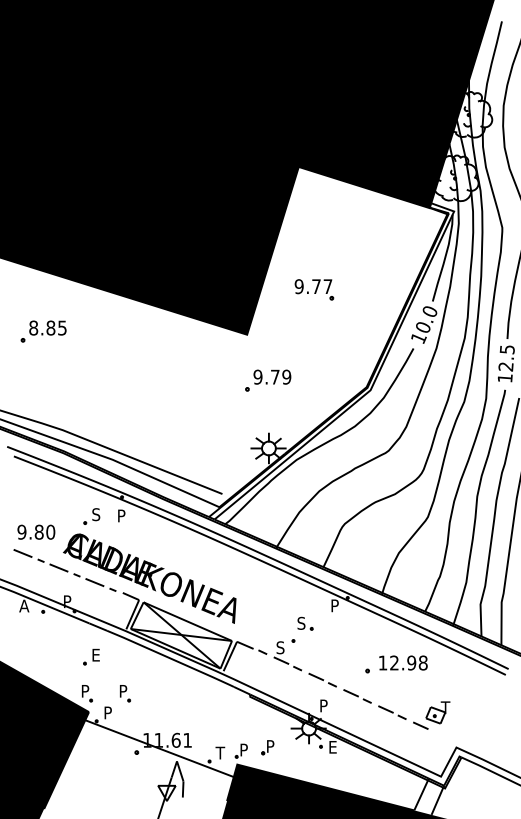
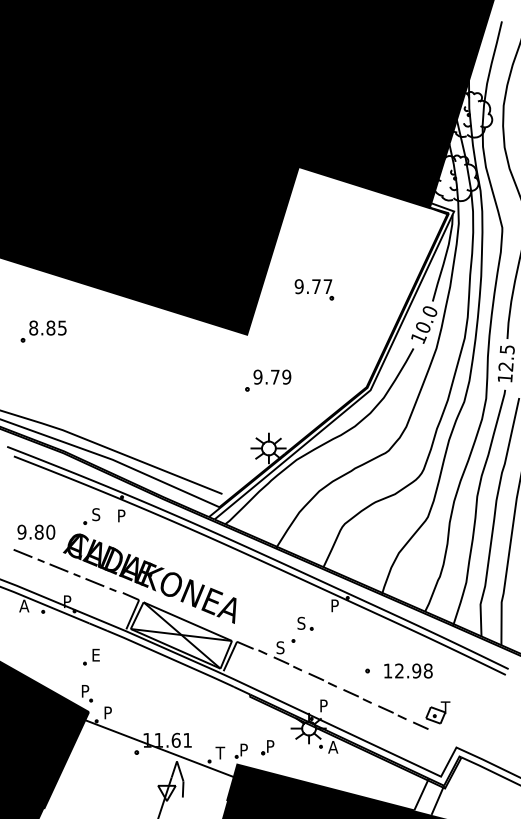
text at (403, 662) position: (403, 662) -> (408, 670)
part at (125, 693): present -> none
text at (333, 747): E -> A
